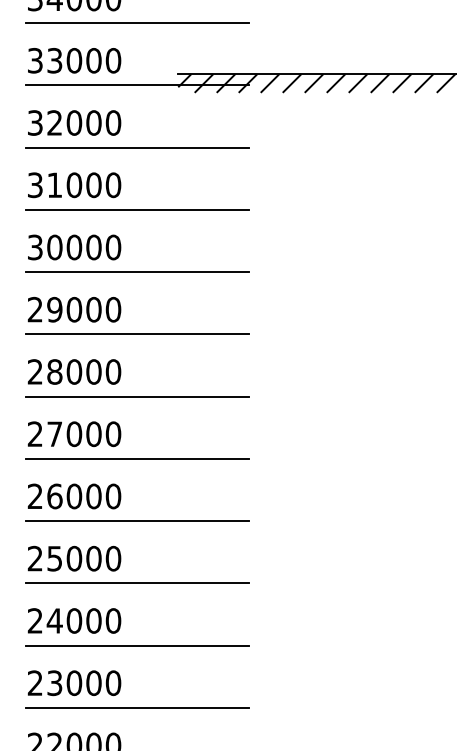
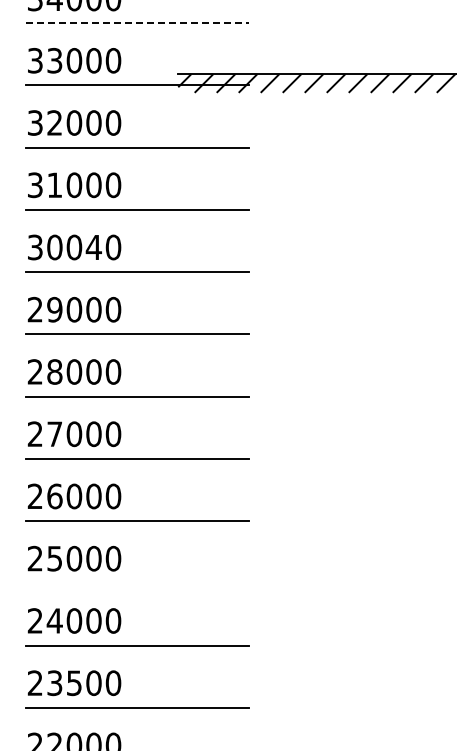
line at (137, 23): solid -> dashed
text at (93, 247): 30000 -> 30040
line at (137, 583): present -> none
text at (74, 683): 23000 -> 23500
